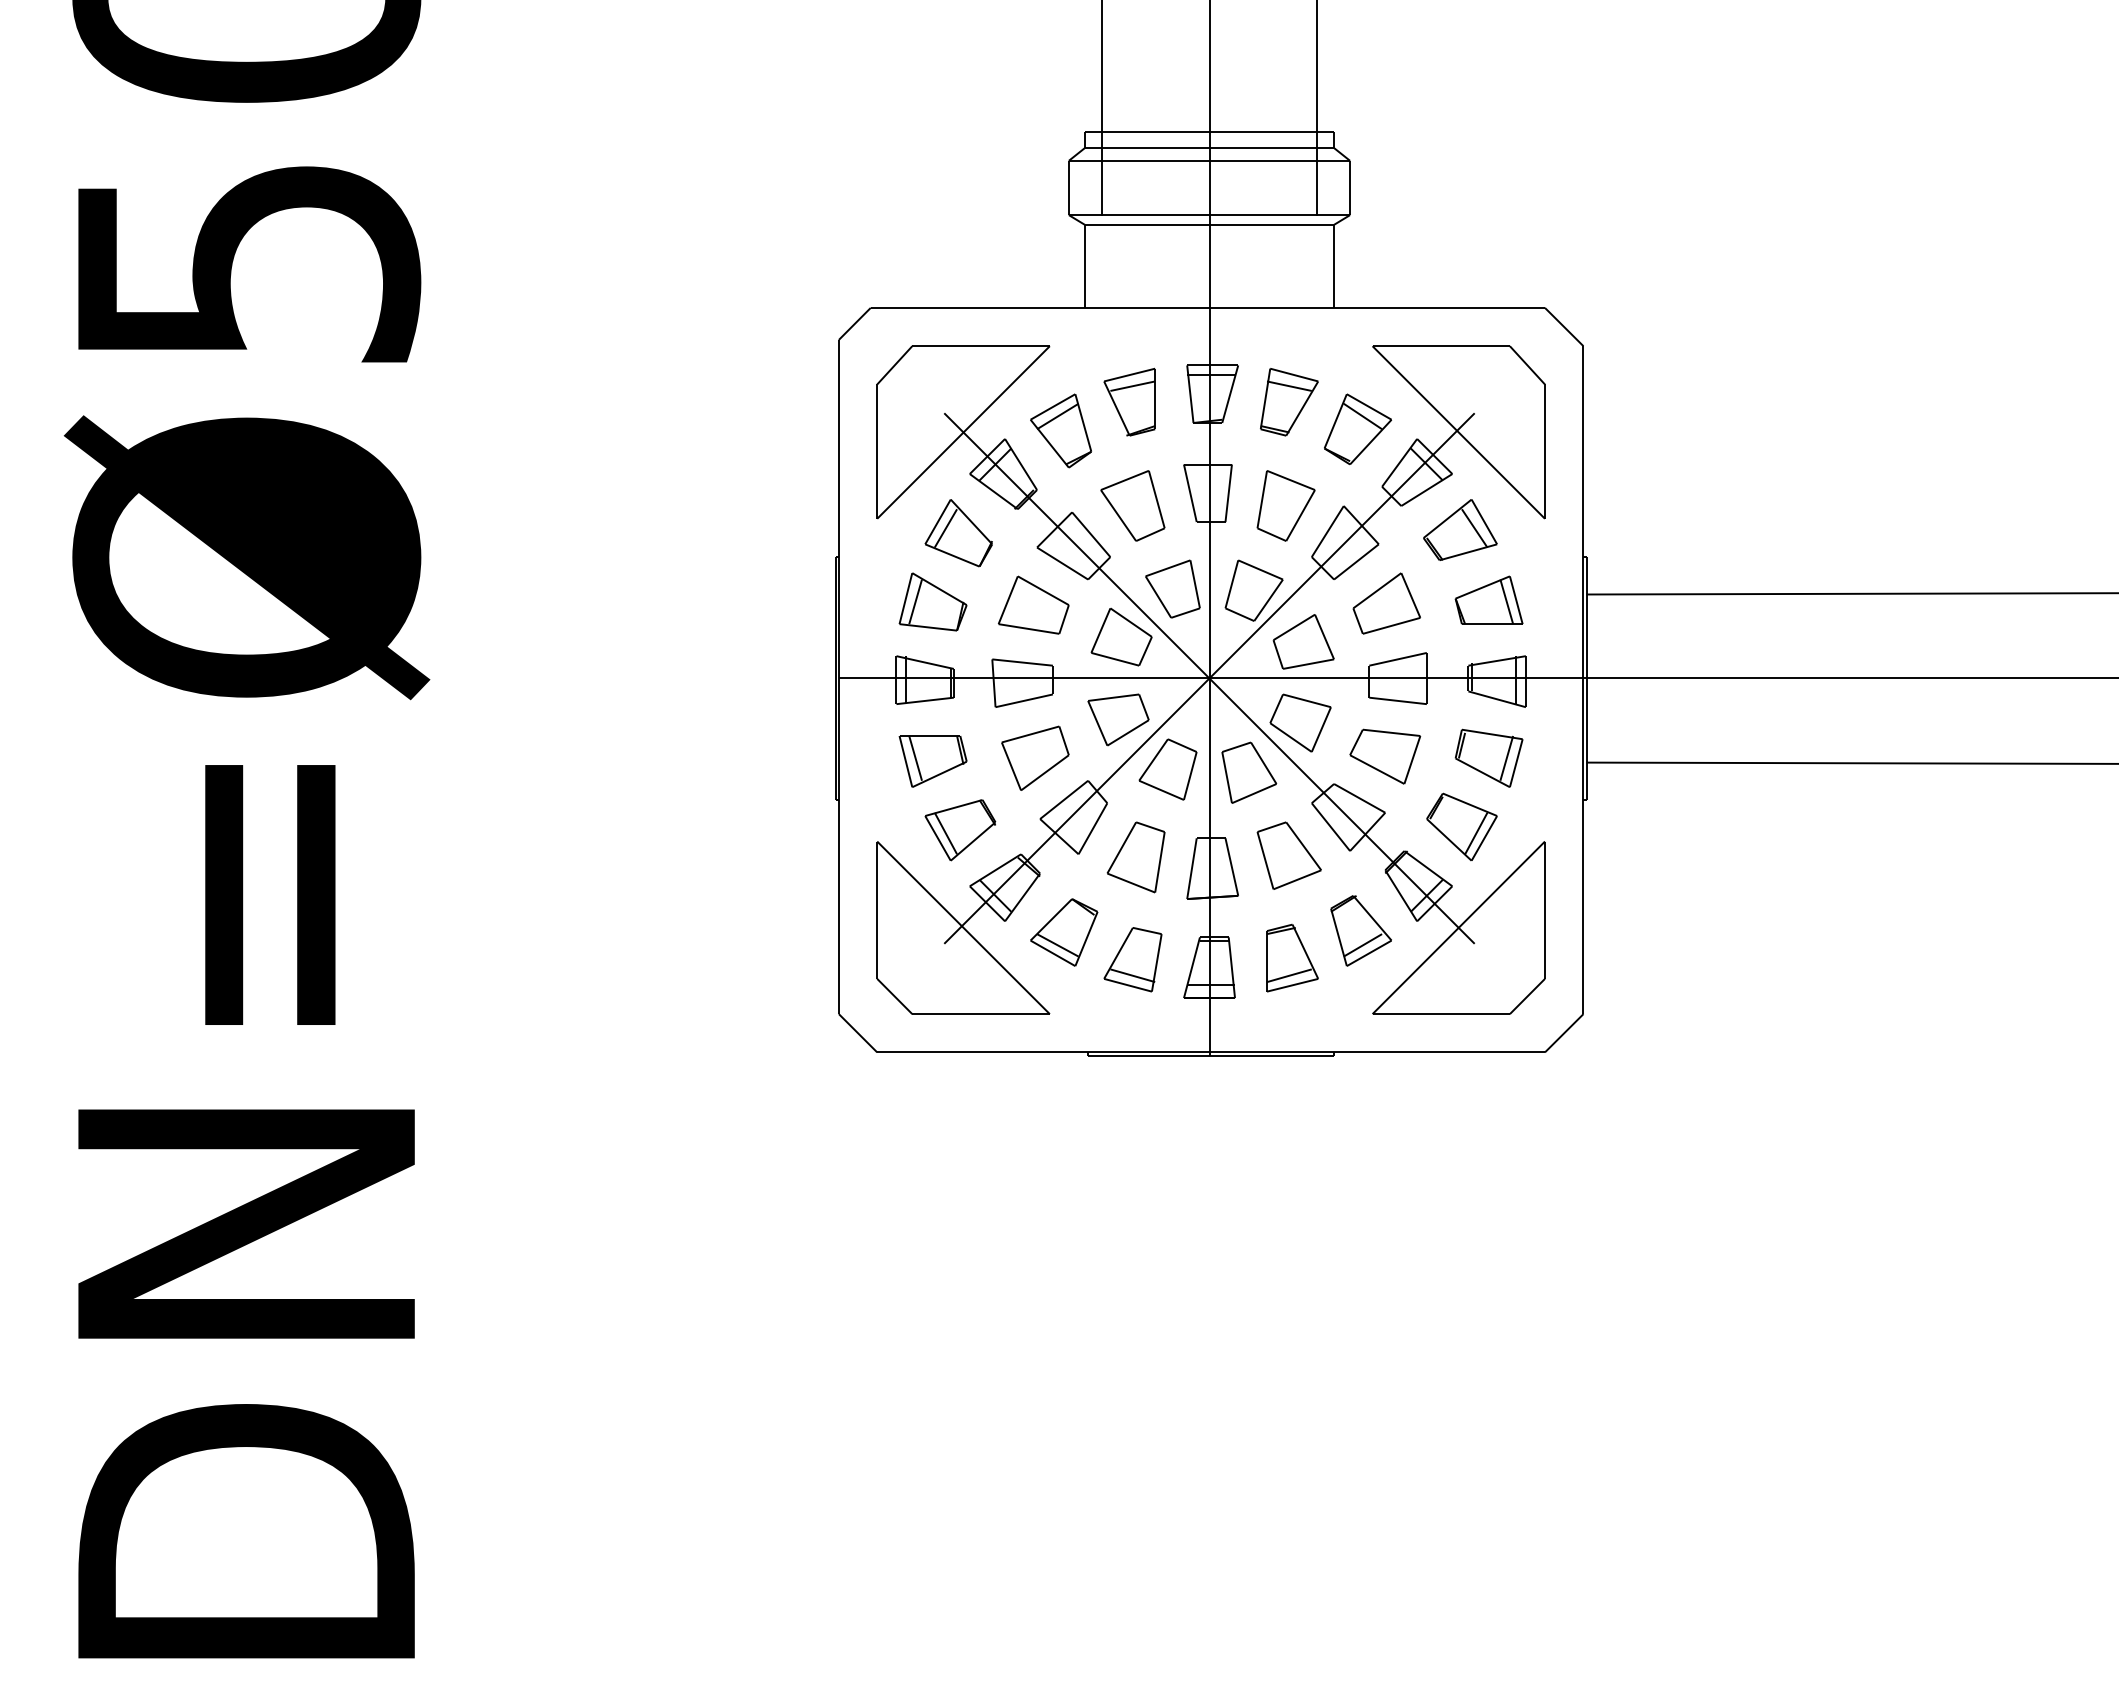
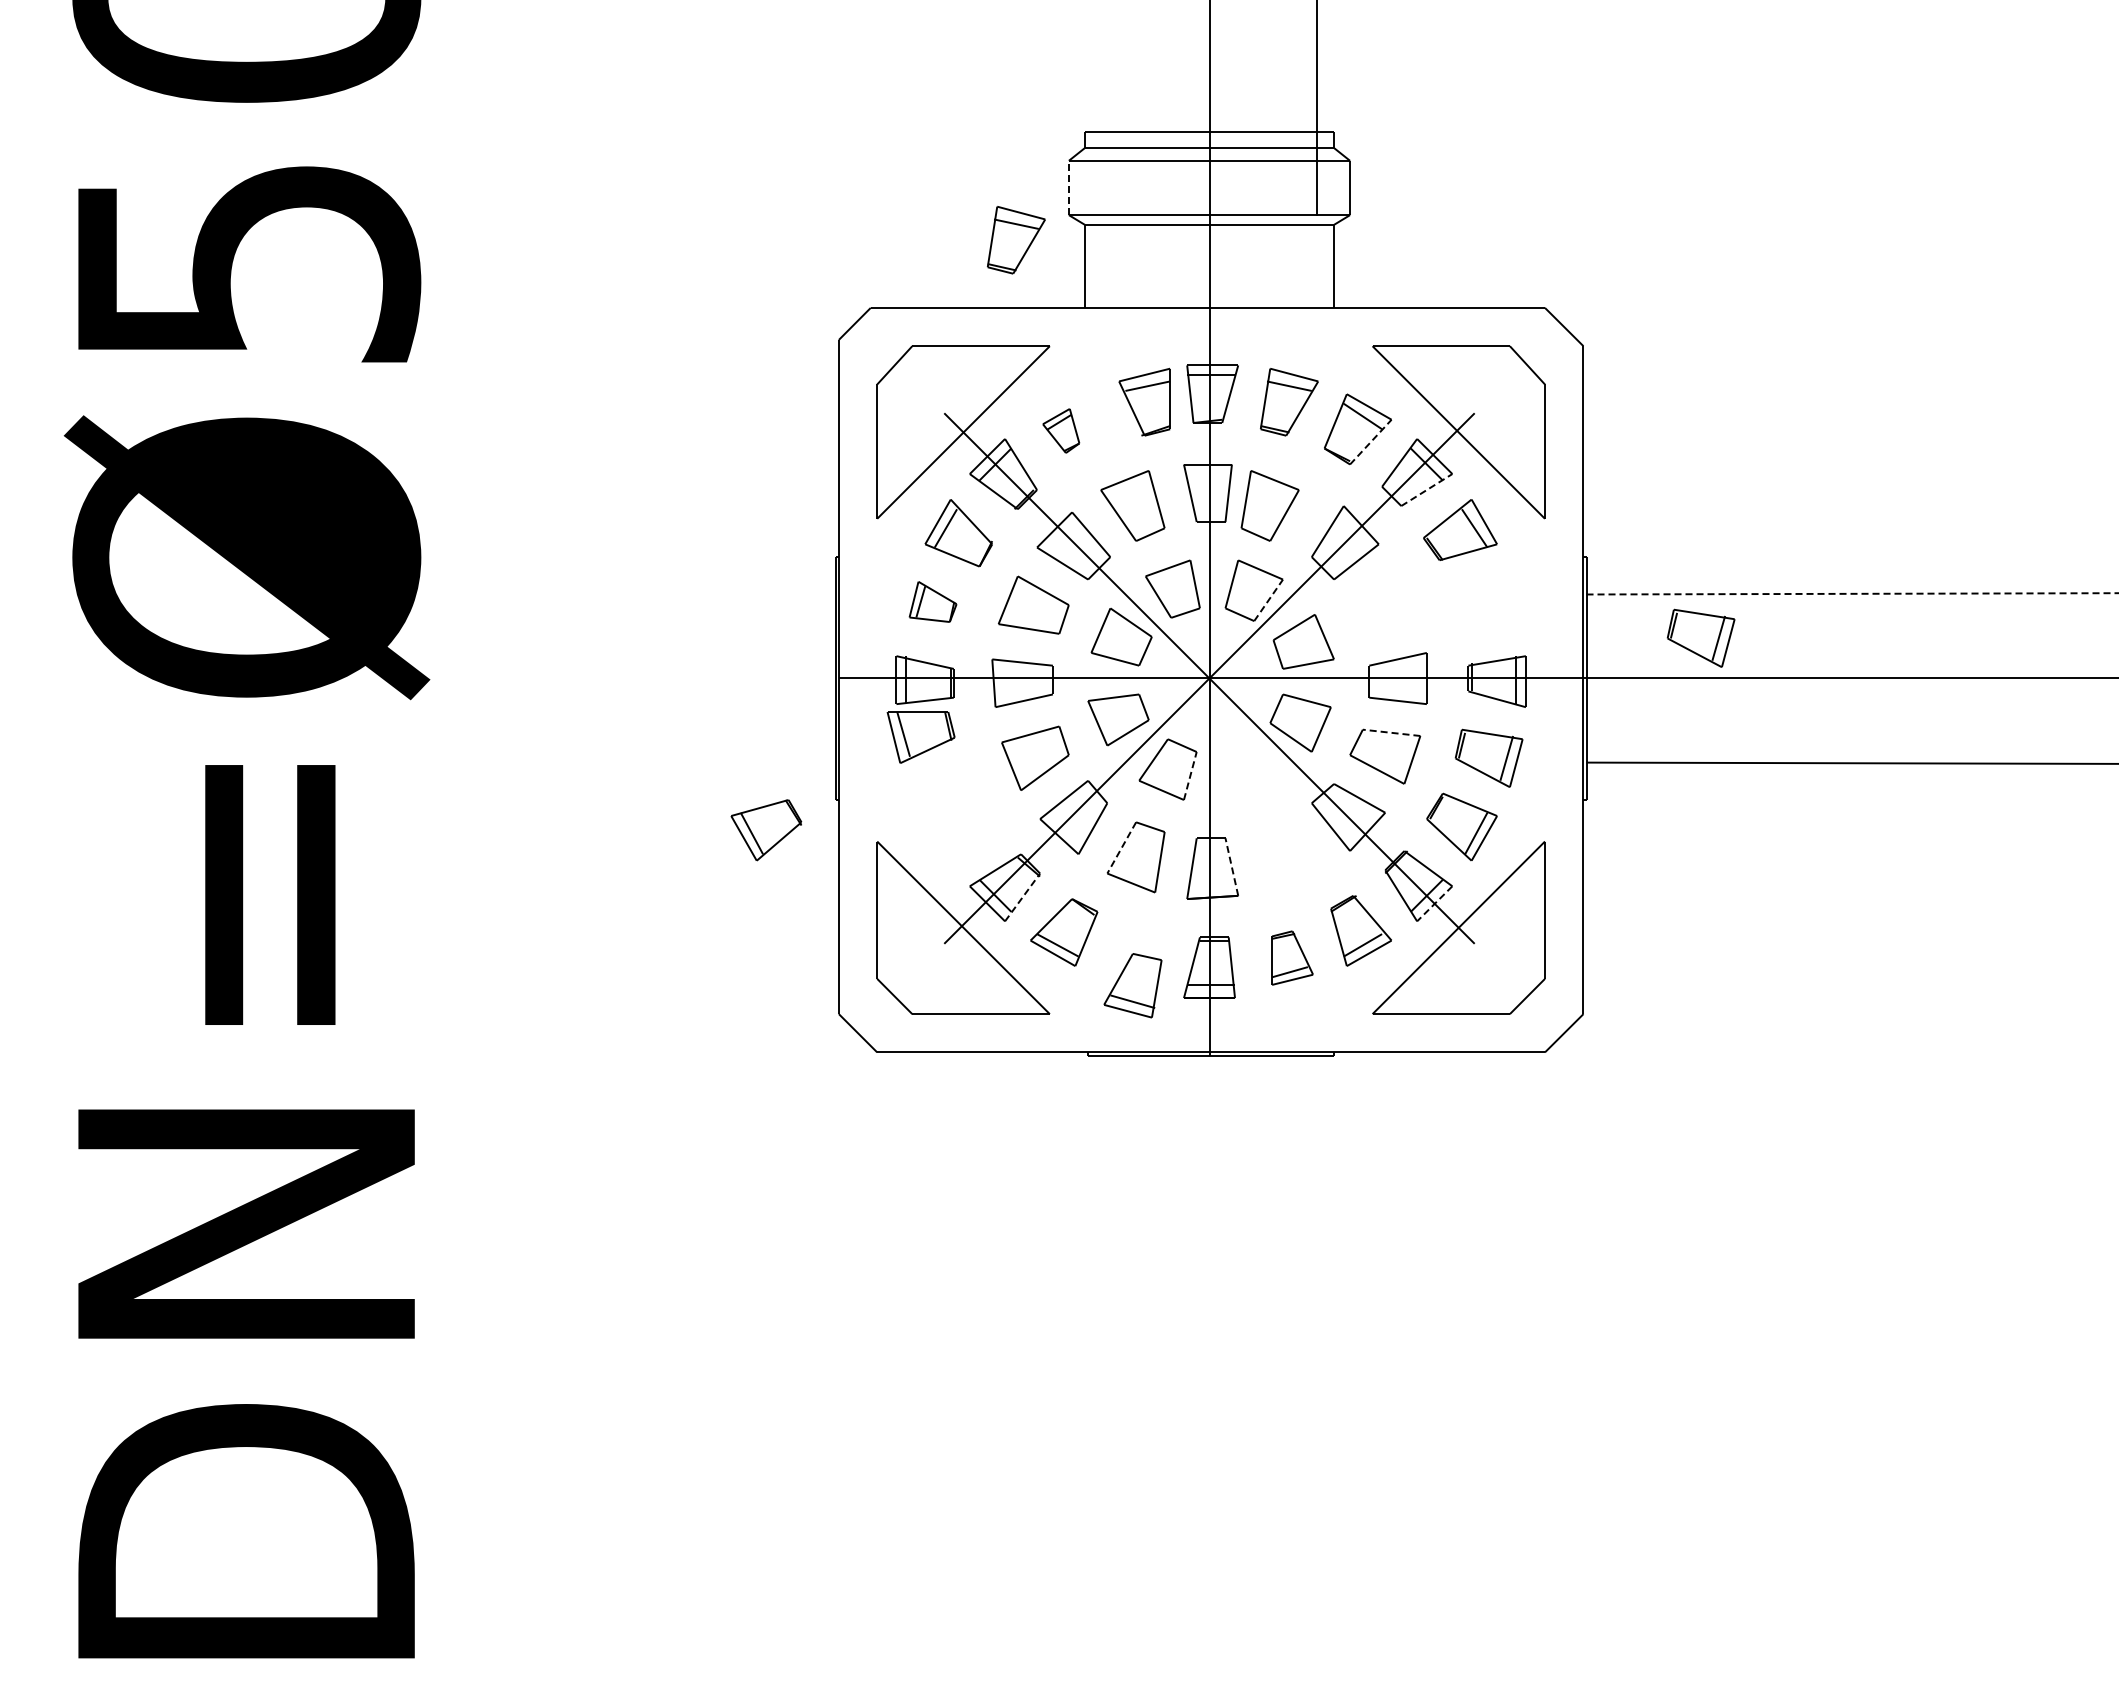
line at (1101, 108): present -> none
line at (1068, 187): solid -> dashed
part at (1016, 240): none -> present
part at (1129, 401) position: (1129, 401) -> (1144, 401)
part at (1061, 430) size: 63x76 px -> 39x46 px
line at (1370, 442): solid -> dashed
line at (1427, 489): solid -> dashed
part at (1285, 505) position: (1285, 505) -> (1269, 505)
line at (1852, 593): solid -> dashed
line at (1268, 599): solid -> dashed
part at (1488, 599): present -> none
part at (932, 601) size: 70x60 px -> 50x42 px
part at (1386, 603): present -> none
part at (1700, 637): none -> present
line at (1391, 732): solid -> dashed
part at (932, 761) position: (932, 761) -> (920, 737)
part at (1249, 772): present -> none
line at (1190, 776): solid -> dashed
part at (960, 830) position: (960, 830) -> (766, 830)
line at (1121, 848): solid -> dashed
part at (1288, 855): present -> none
line at (1231, 866): solid -> dashed
line at (1022, 897): solid -> dashed
line at (1434, 903): solid -> dashed
part at (1292, 957) size: 53x70 px -> 43x56 px
part at (1132, 959) position: (1132, 959) -> (1132, 985)
